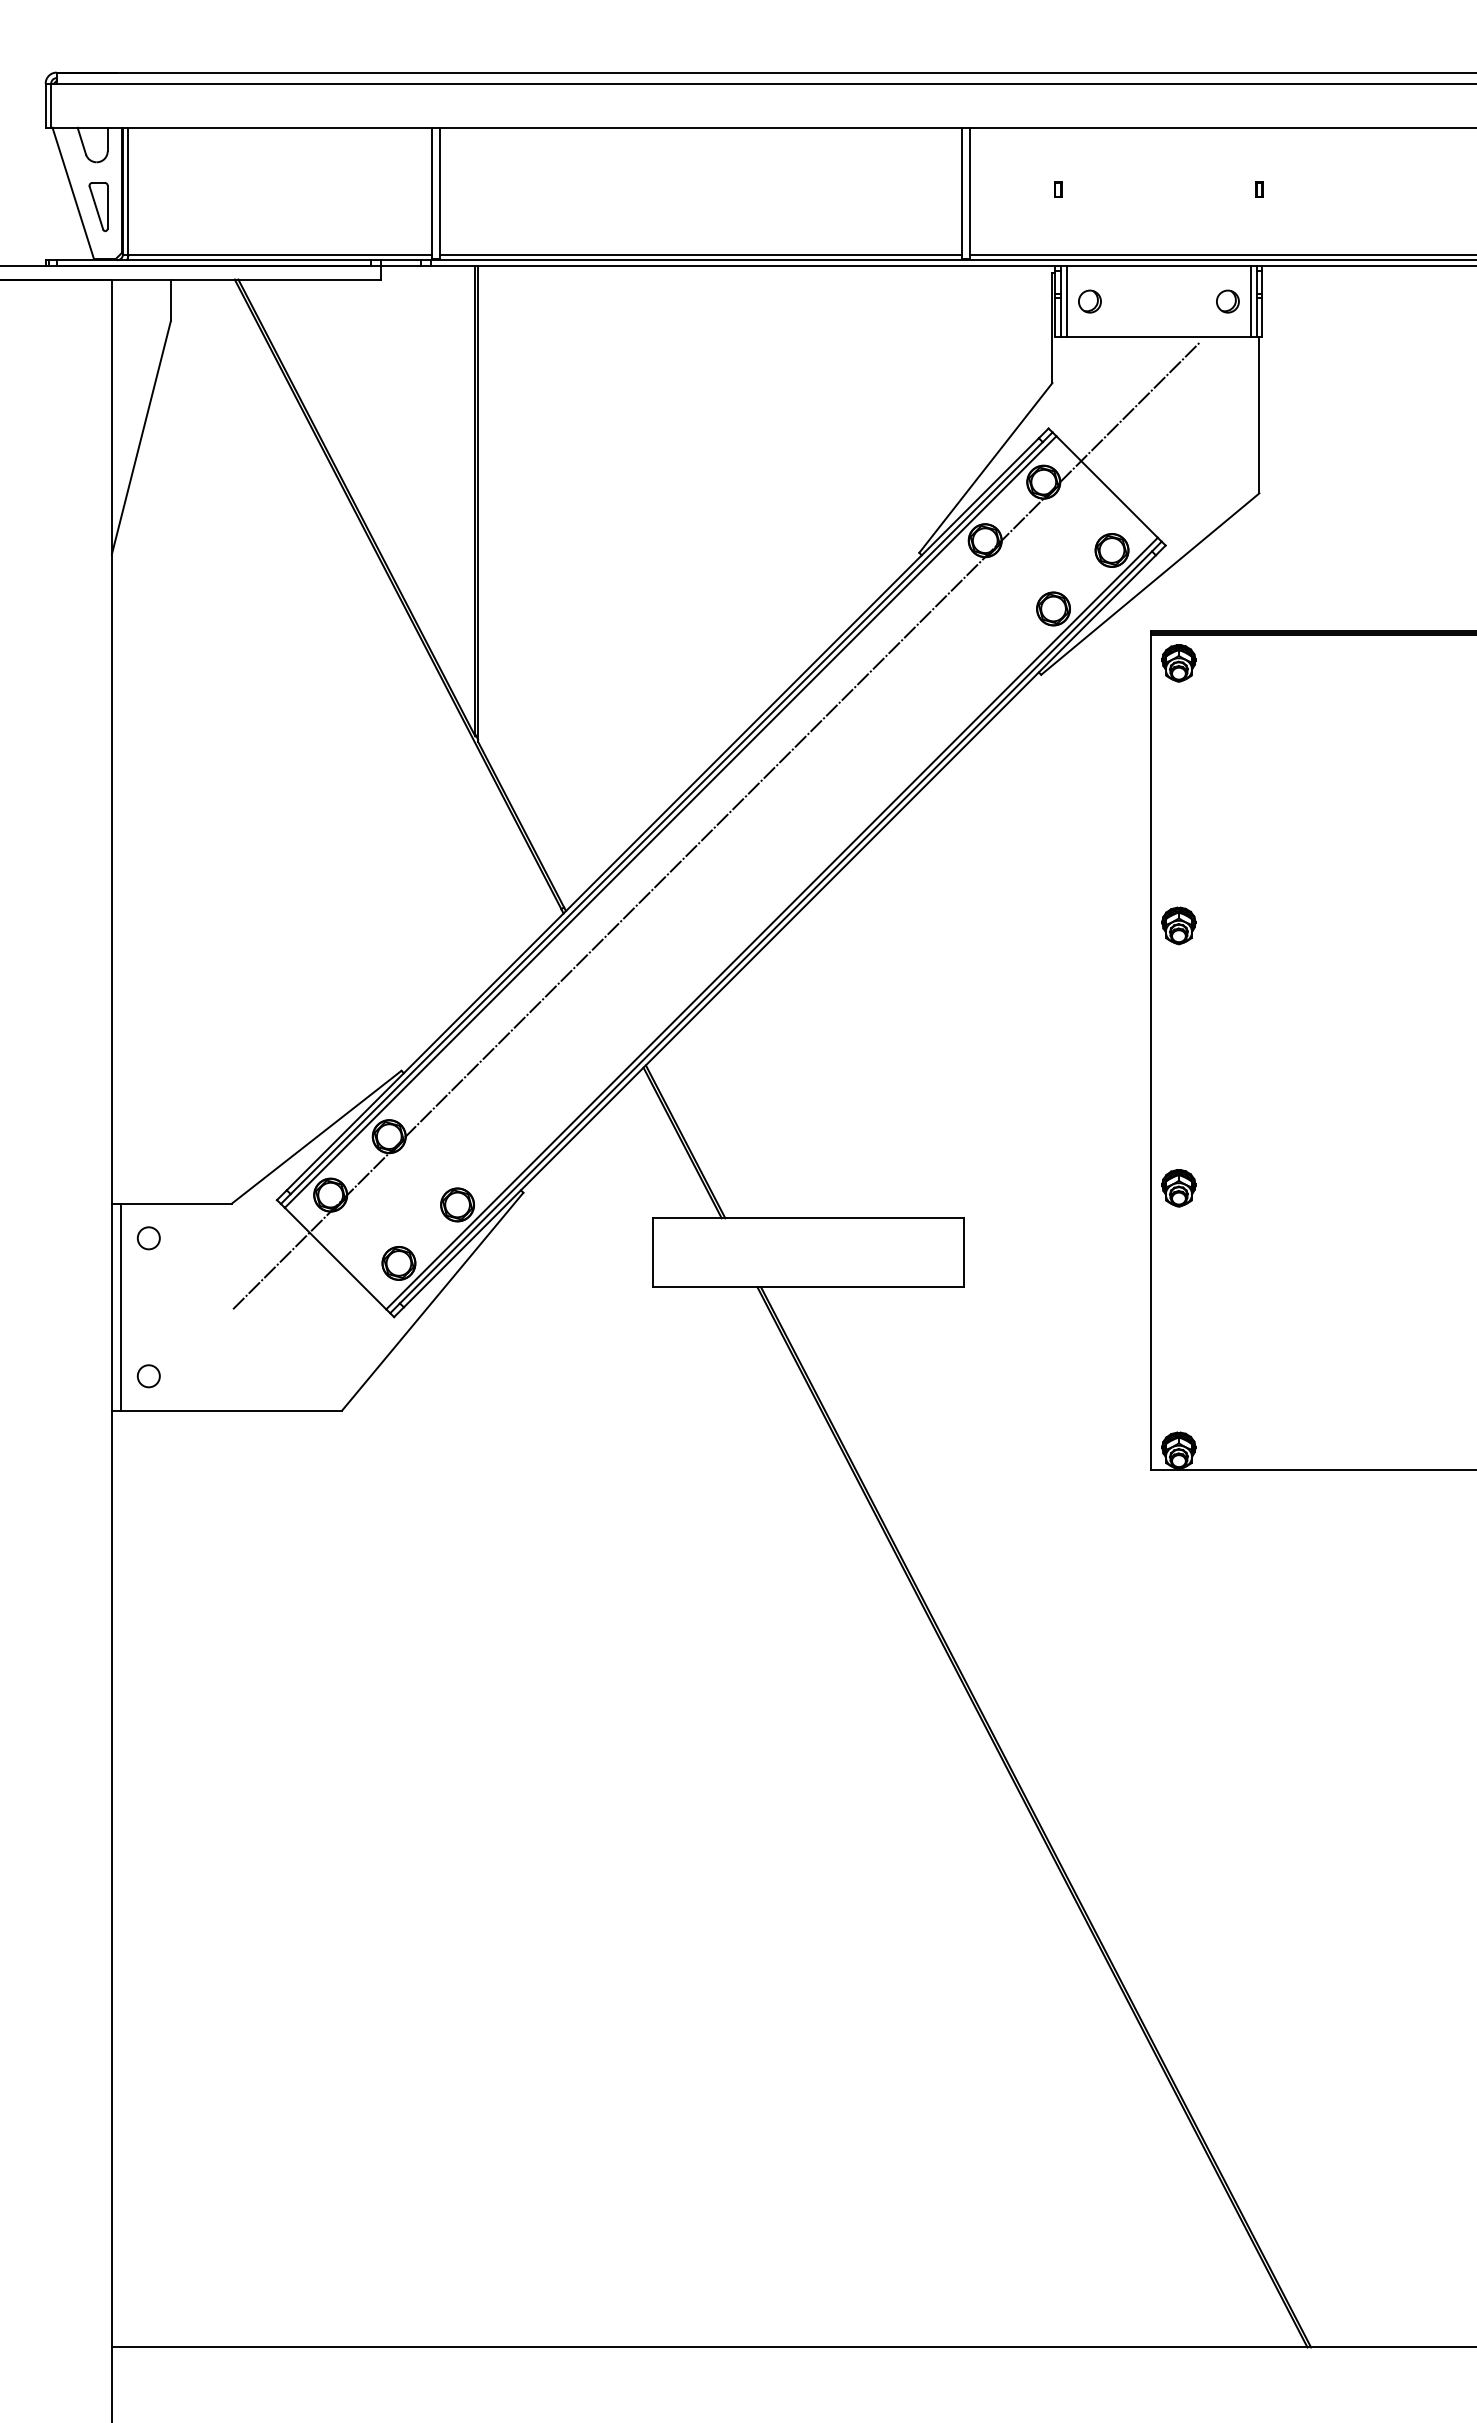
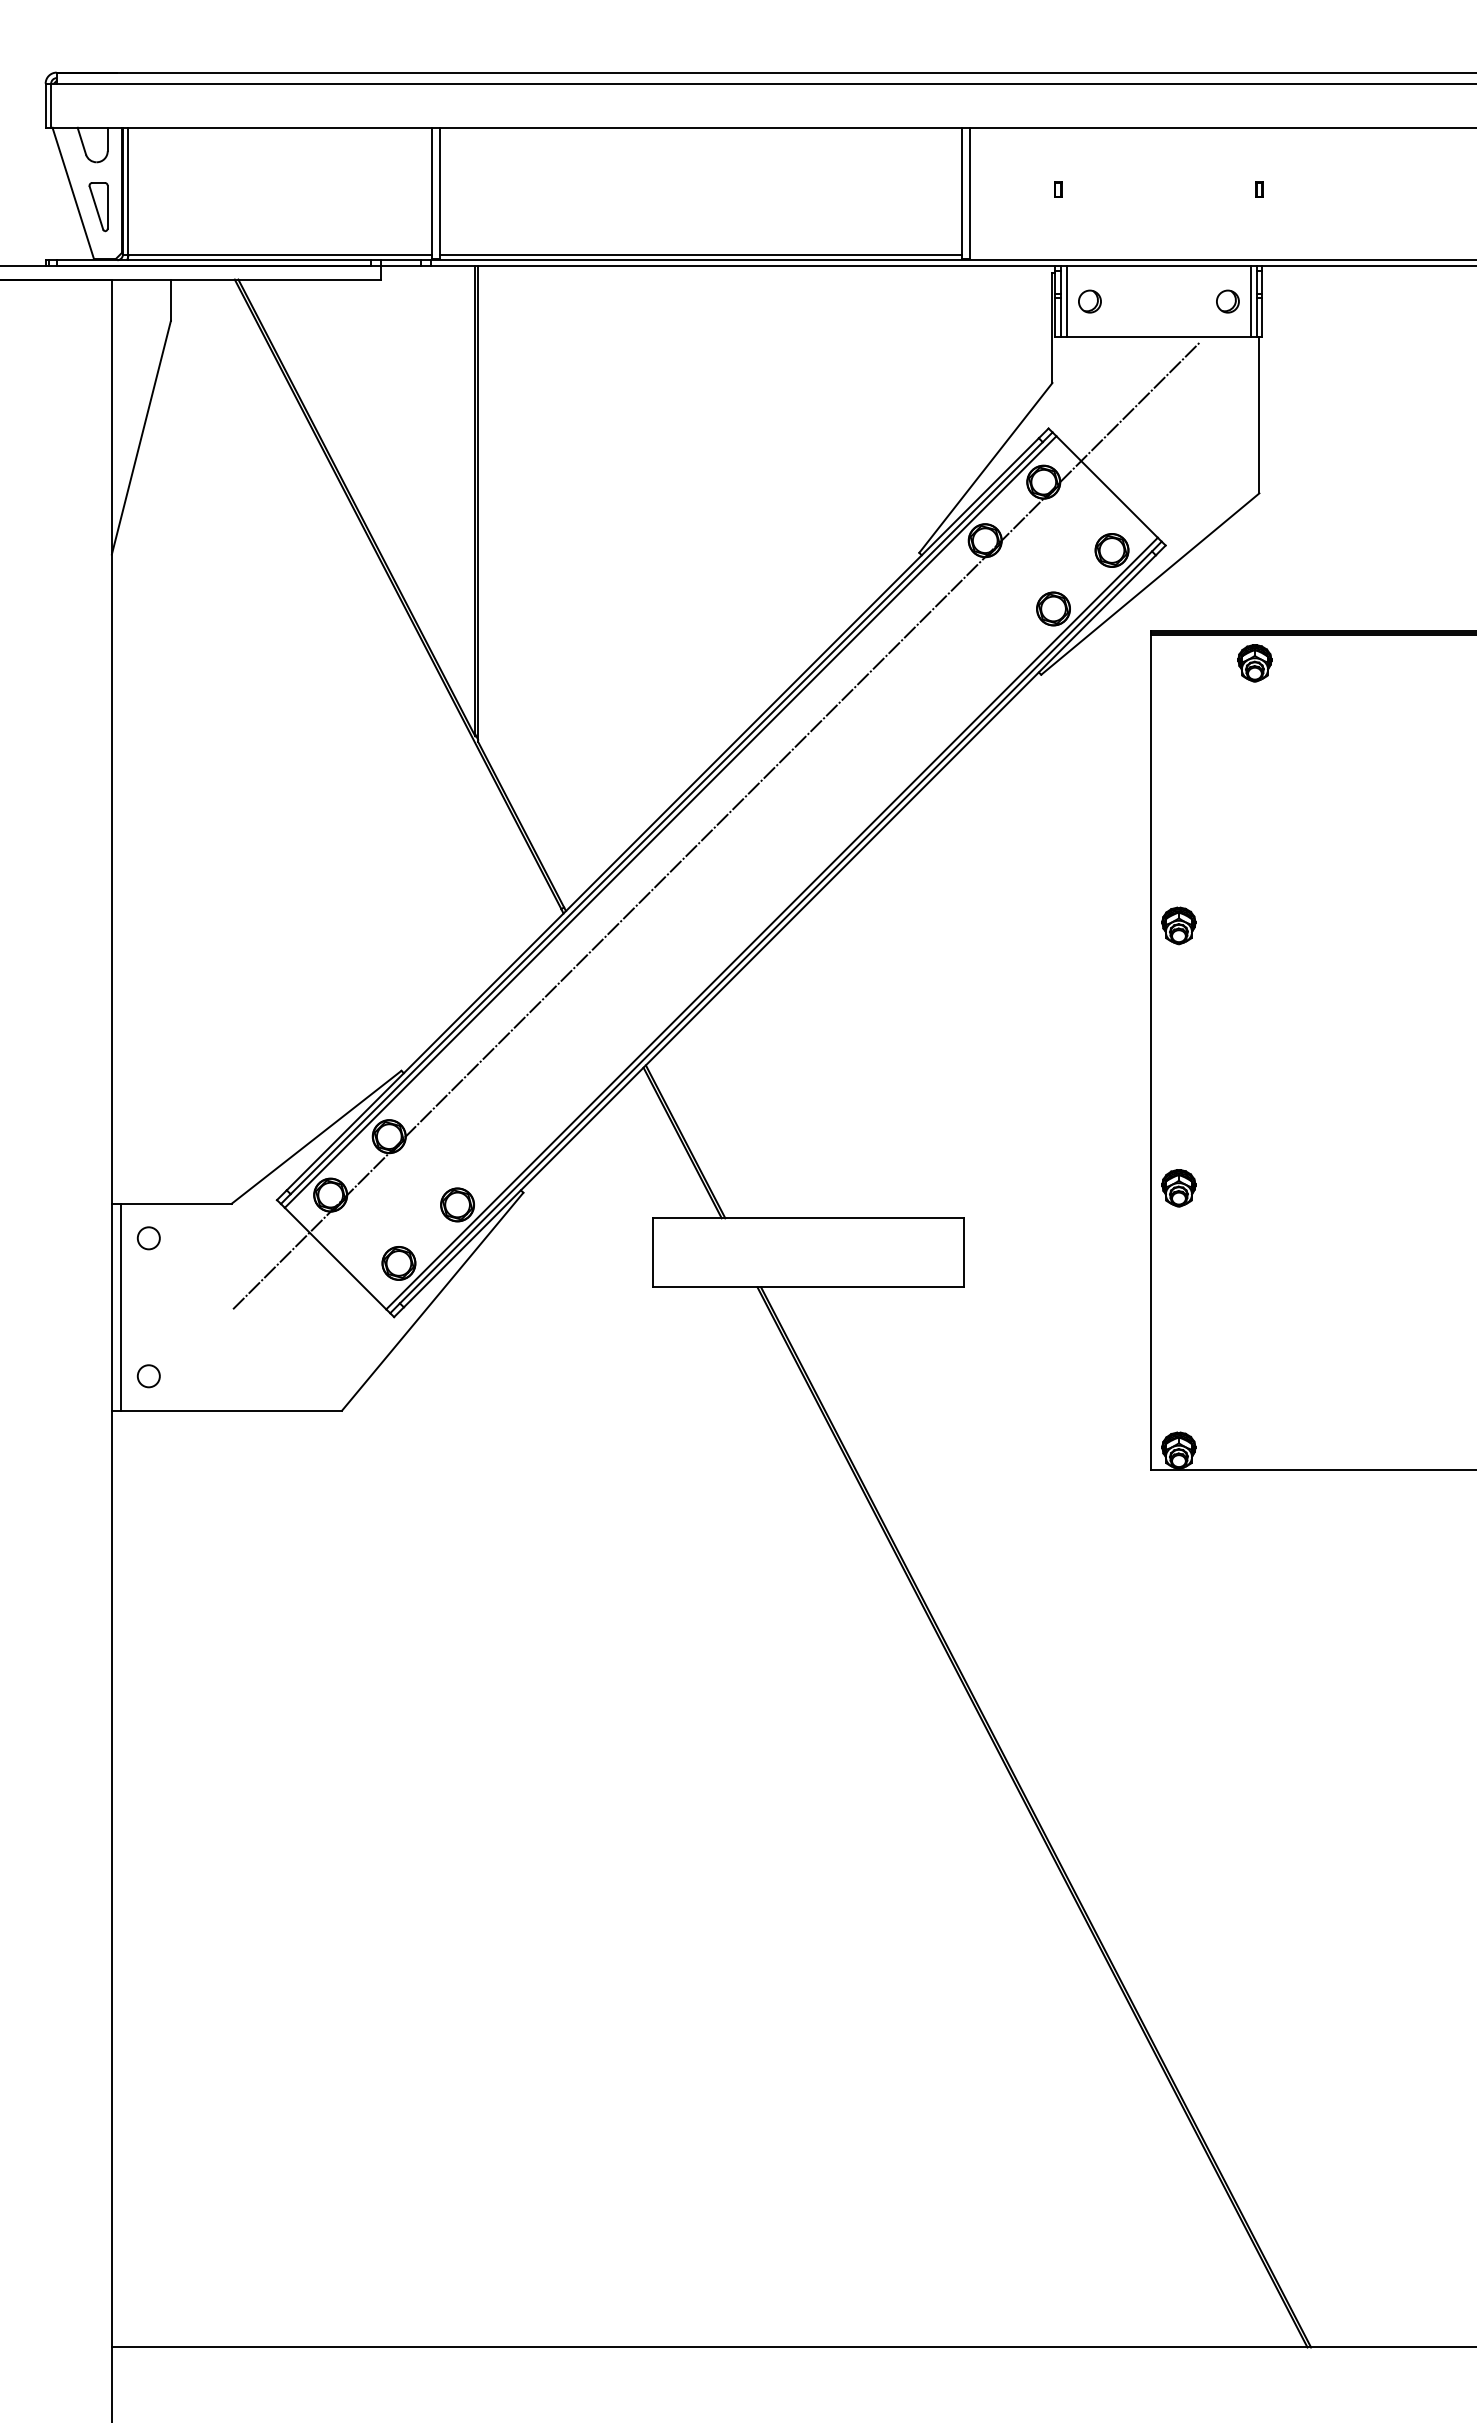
line at (1221, 254): present -> none
part at (1178, 663) position: (1178, 663) -> (1254, 663)
